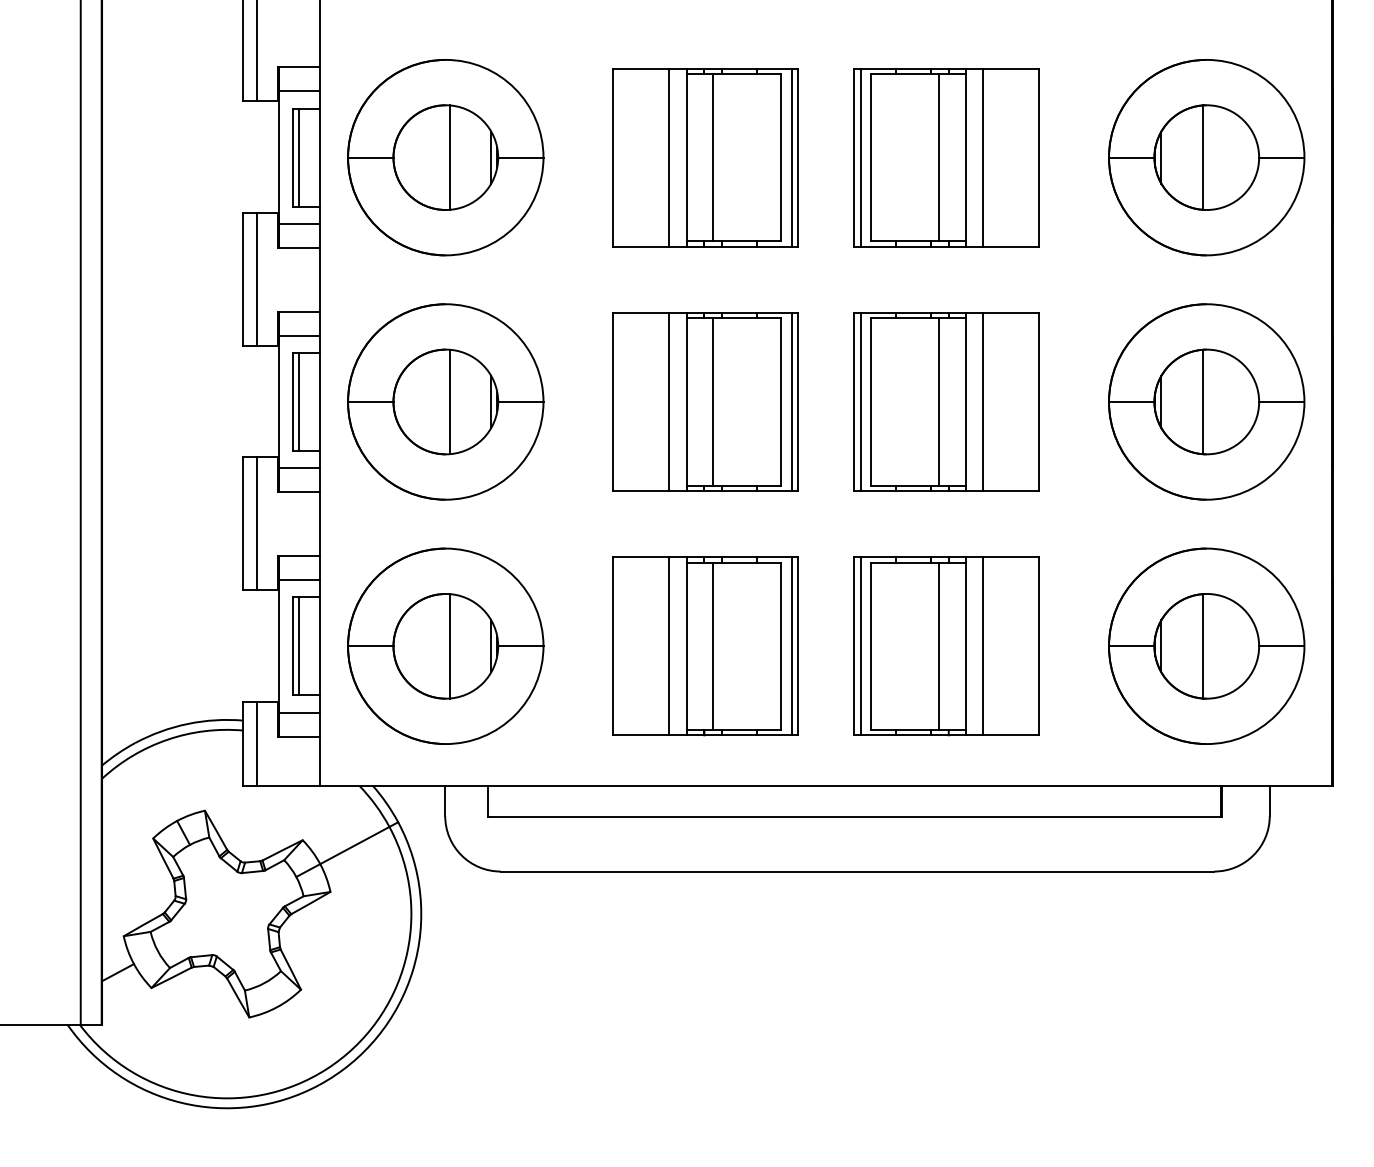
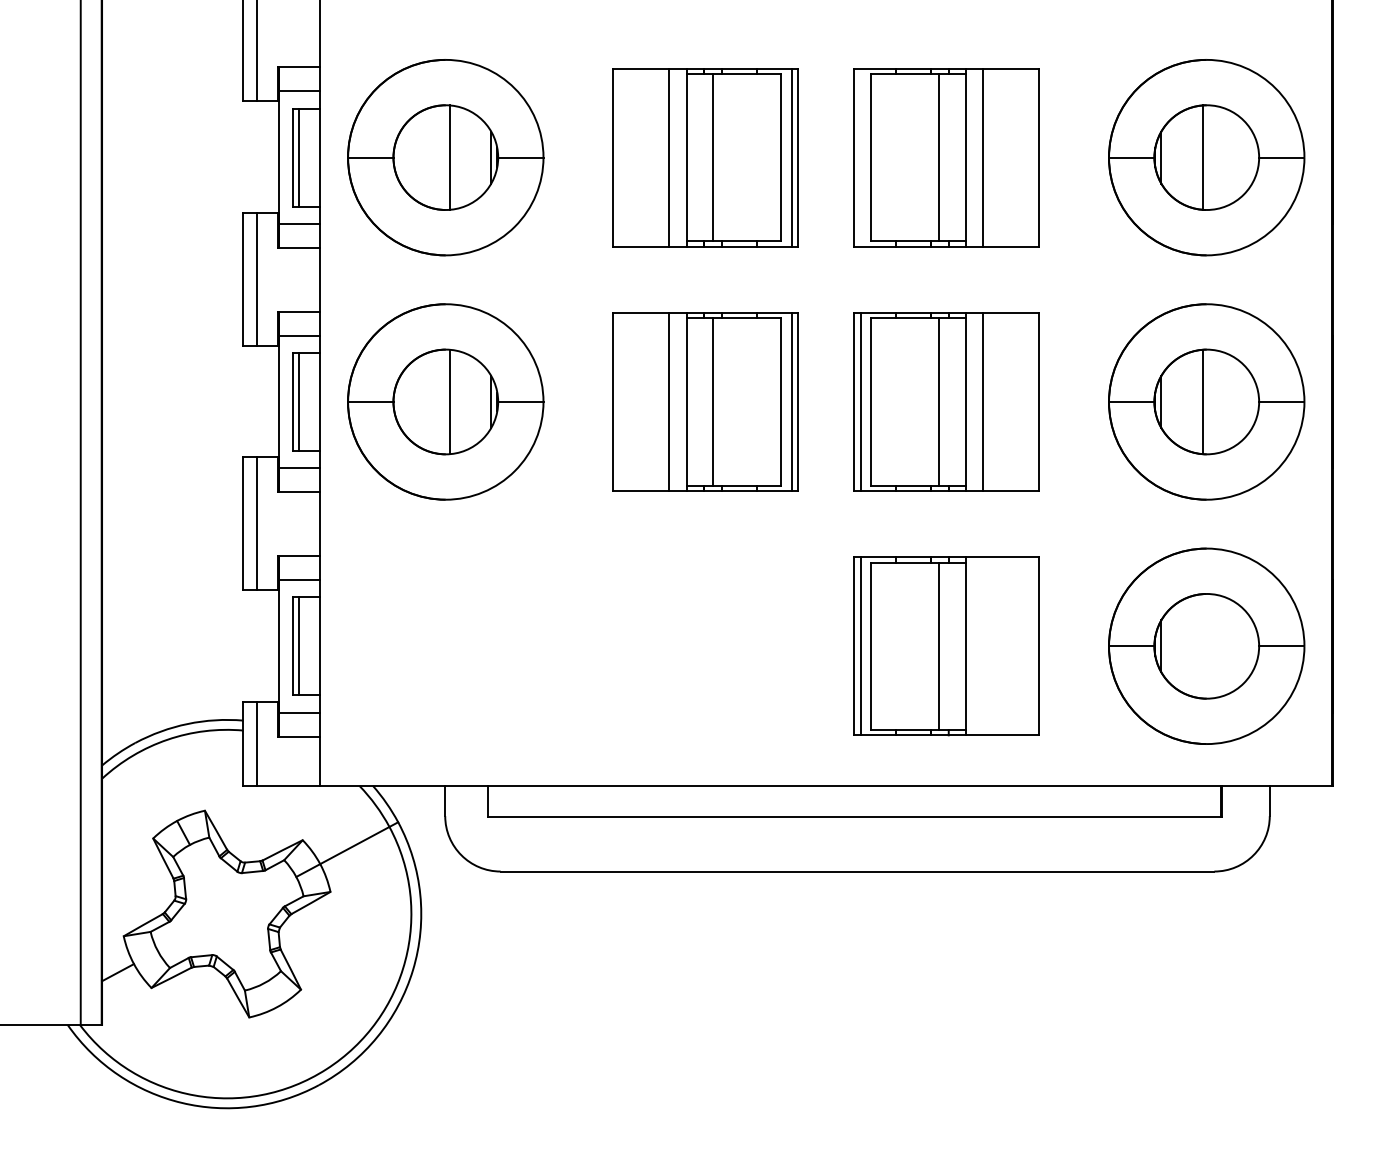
line at (861, 157): present -> none
part at (445, 645): present -> none
part at (705, 646): present -> none
line at (983, 646): present -> none
line at (1202, 646): present -> none
